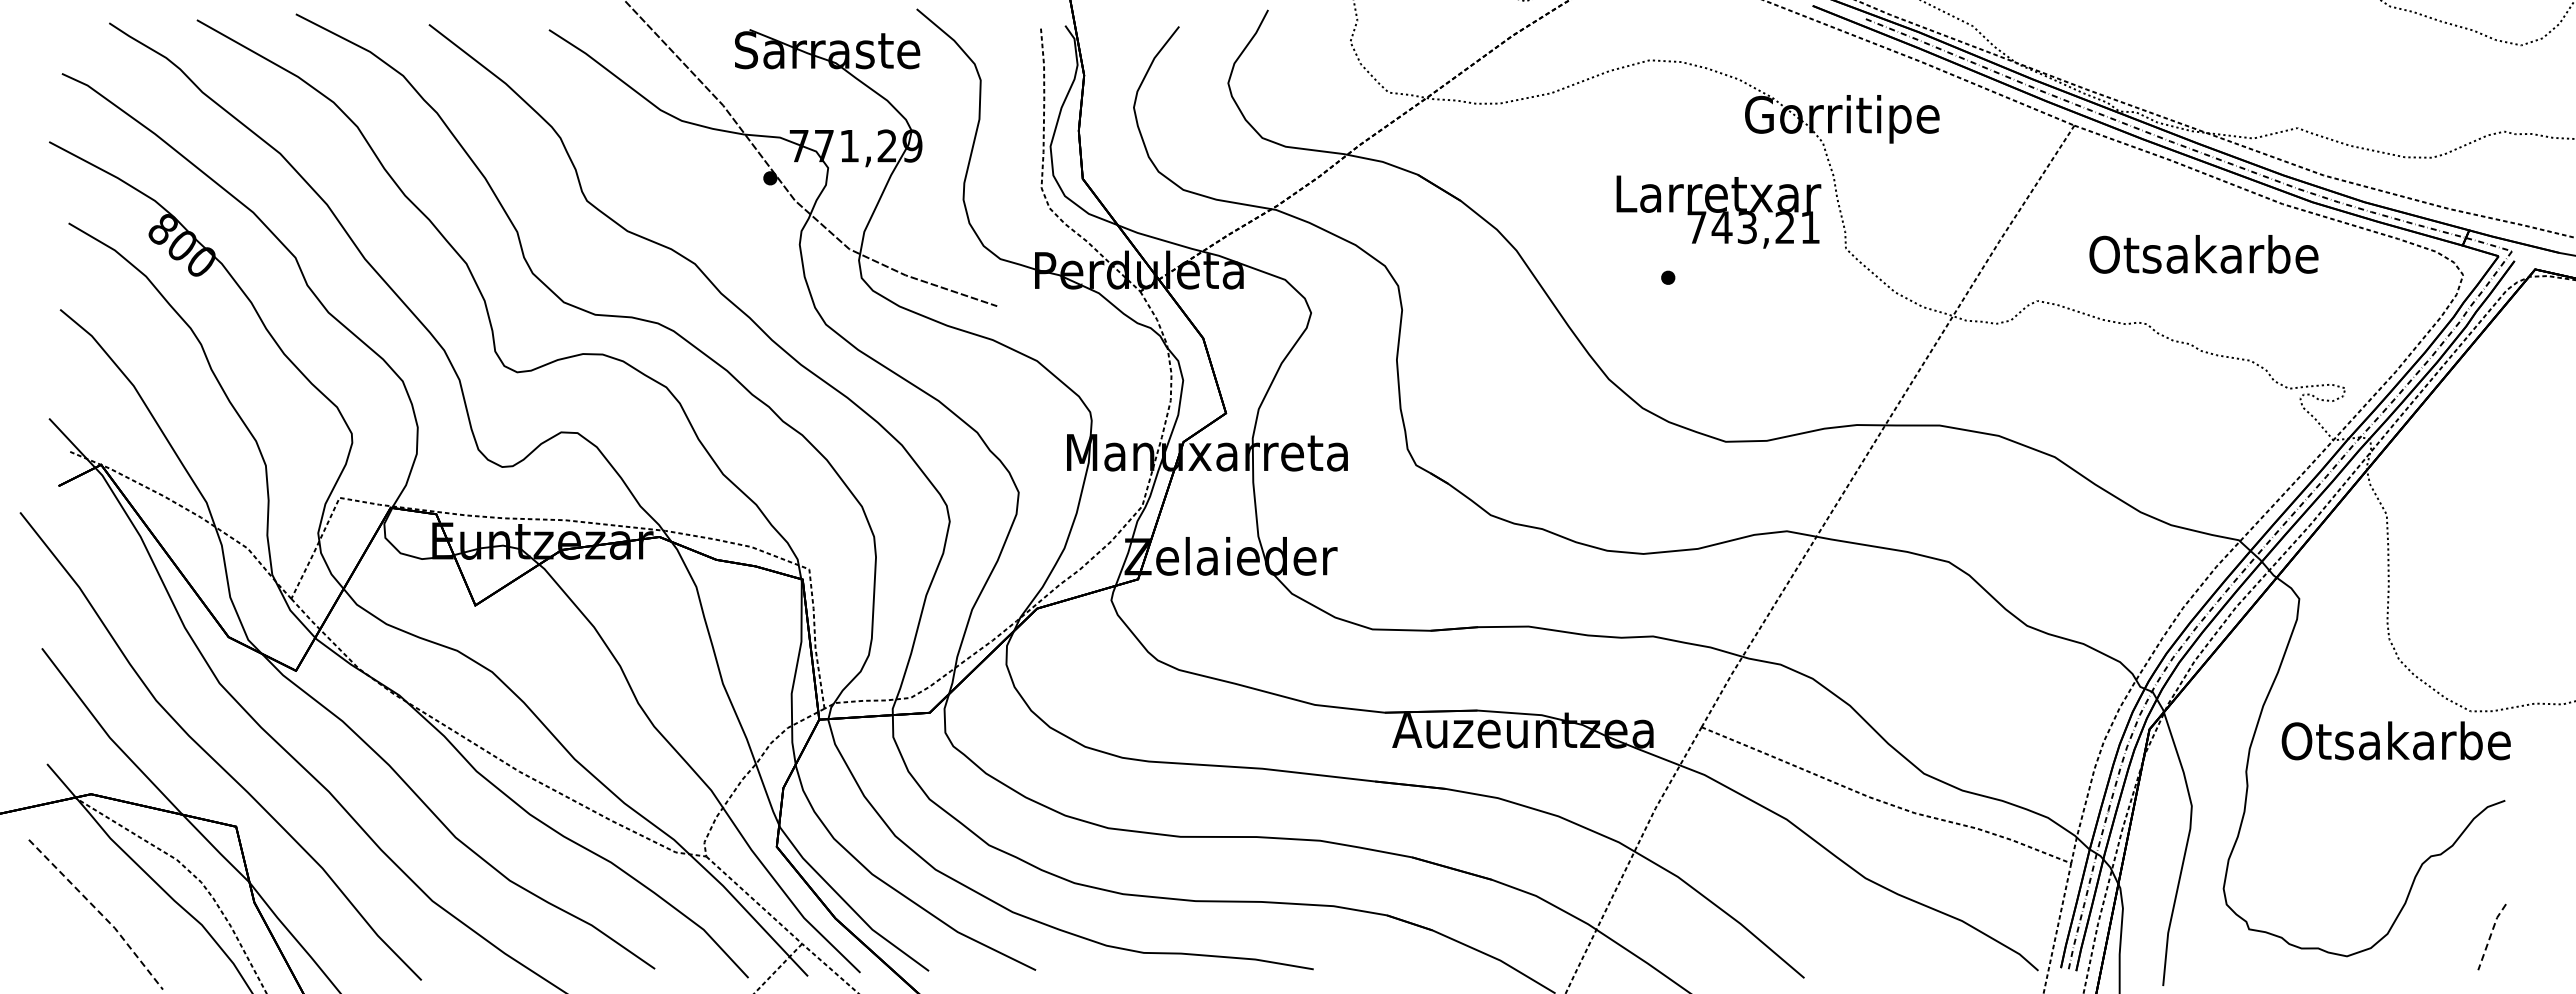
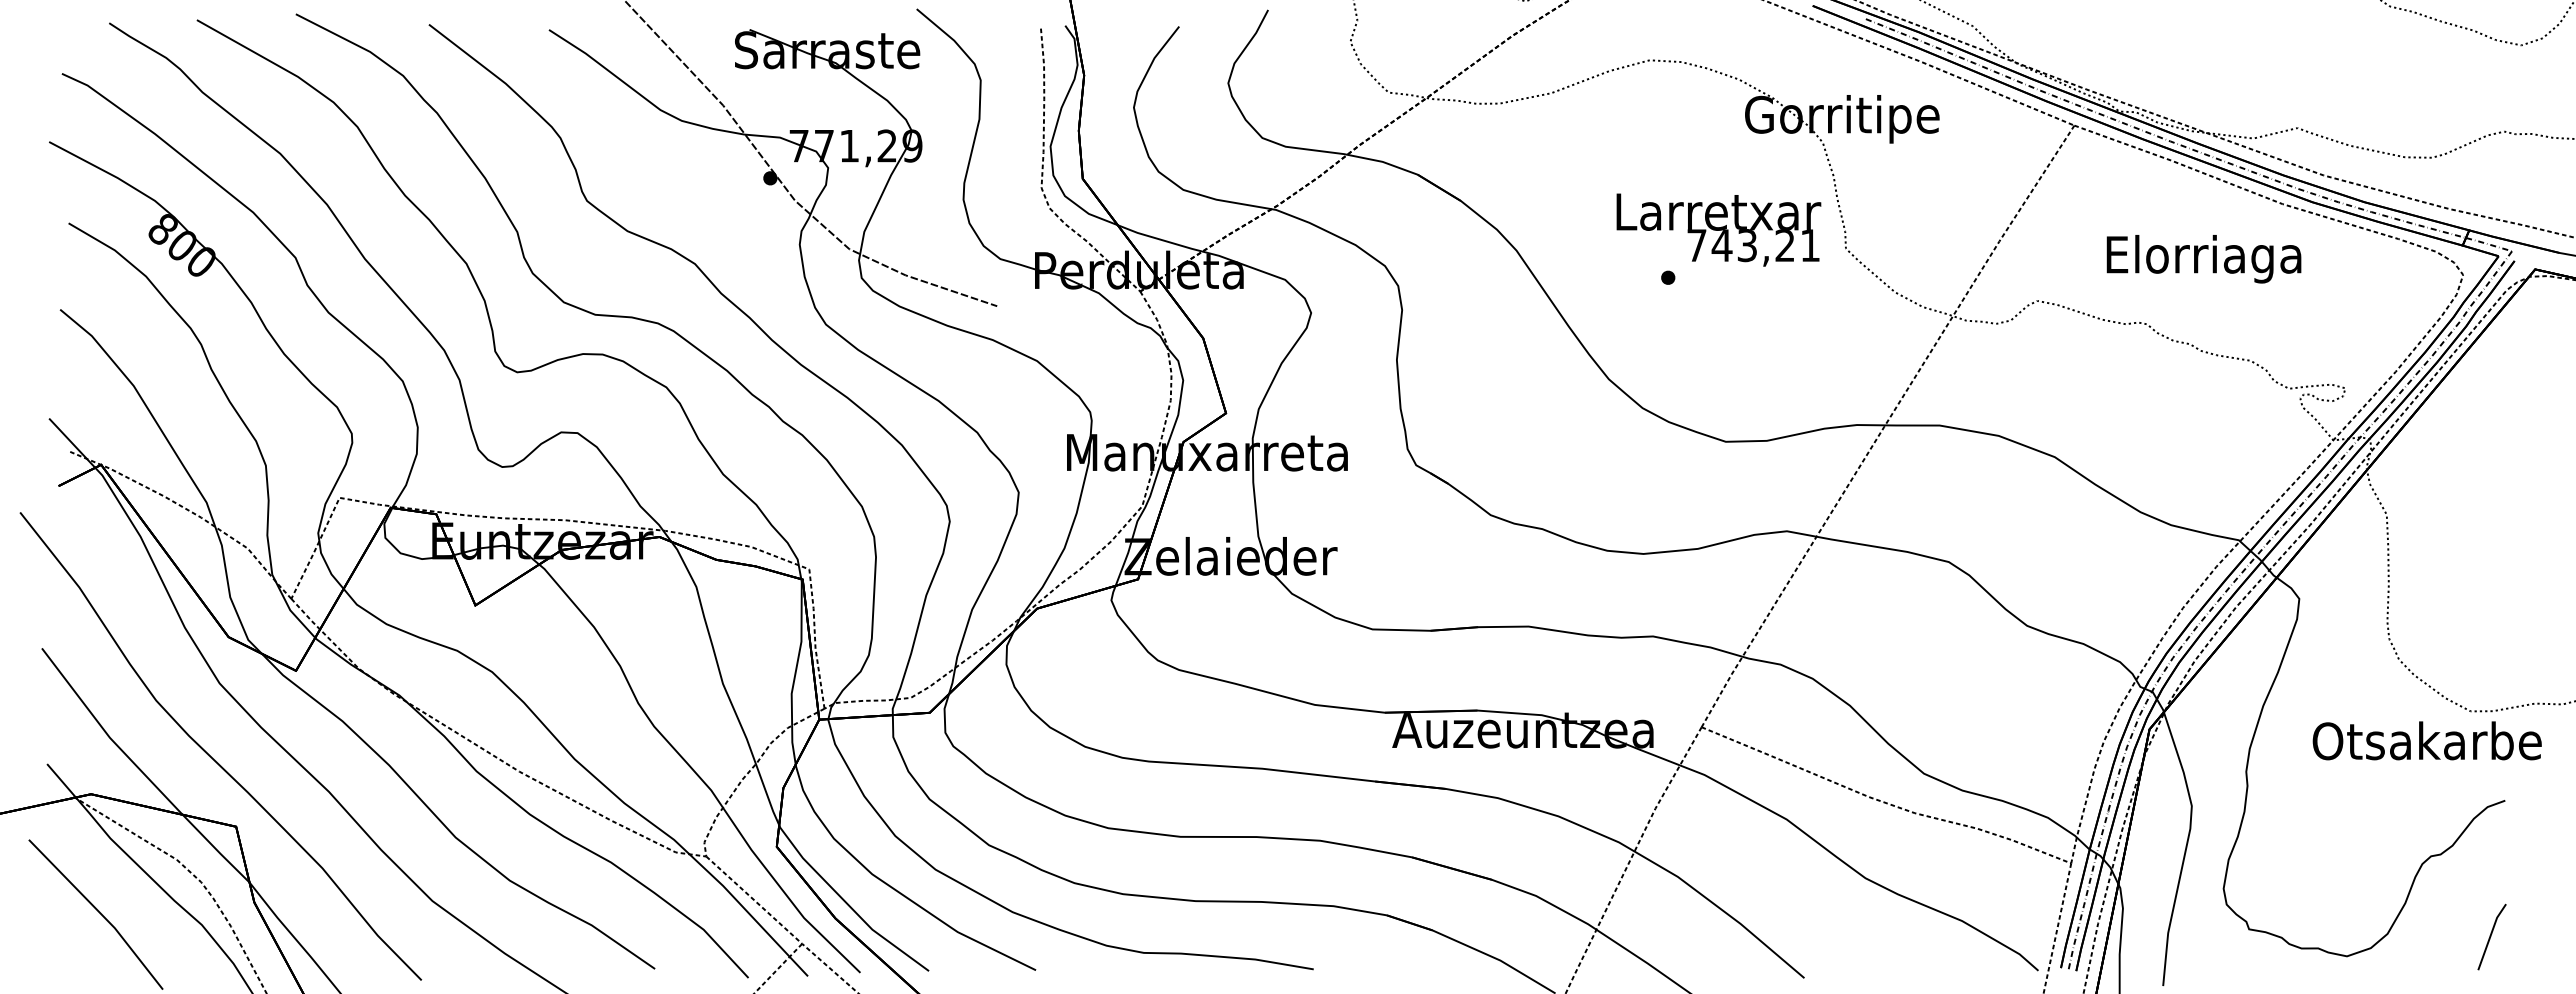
text at (1718, 211) position: (1718, 211) -> (1718, 229)
text at (2203, 259): Otsakarbe -> Elorriaga
text at (2395, 740) position: (2395, 740) -> (2426, 740)
line at (99, 912): dashed -> solid
line at (2490, 935): dashed -> solid
